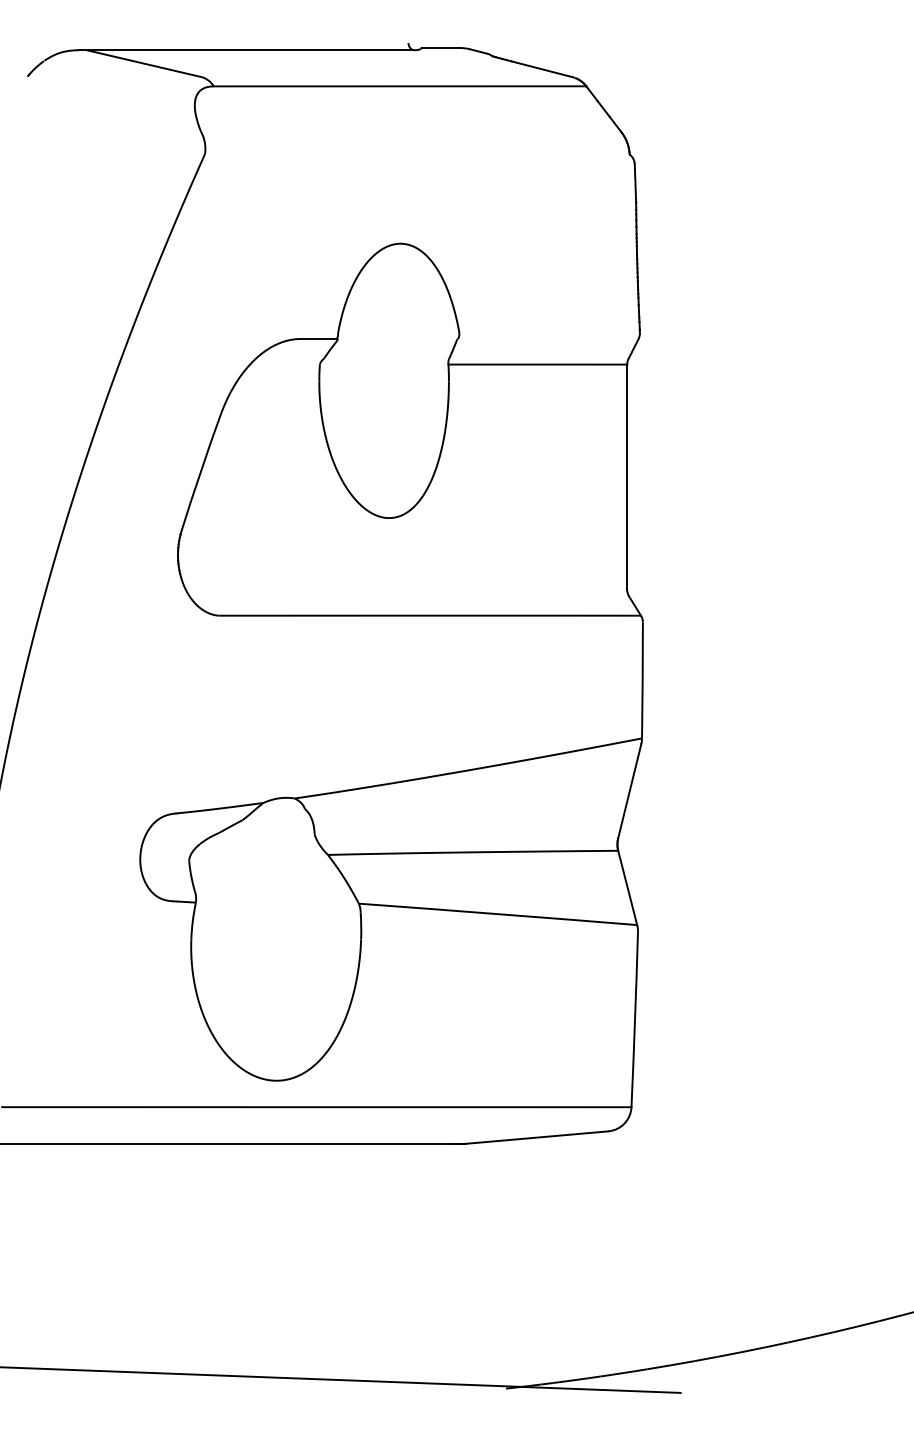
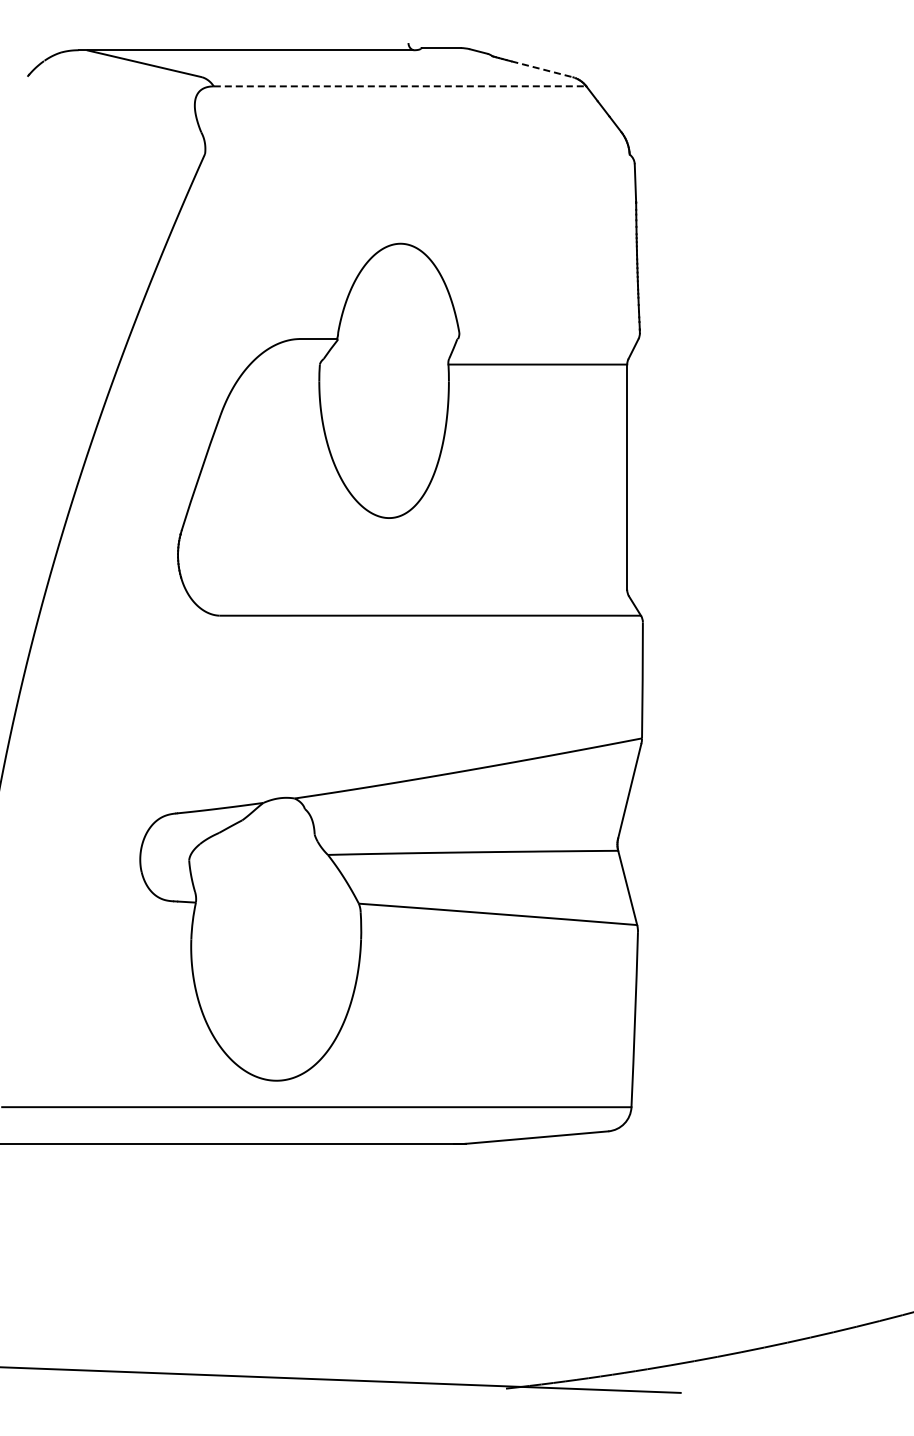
line at (541, 69): solid -> dashed
line at (400, 86): solid -> dashed
